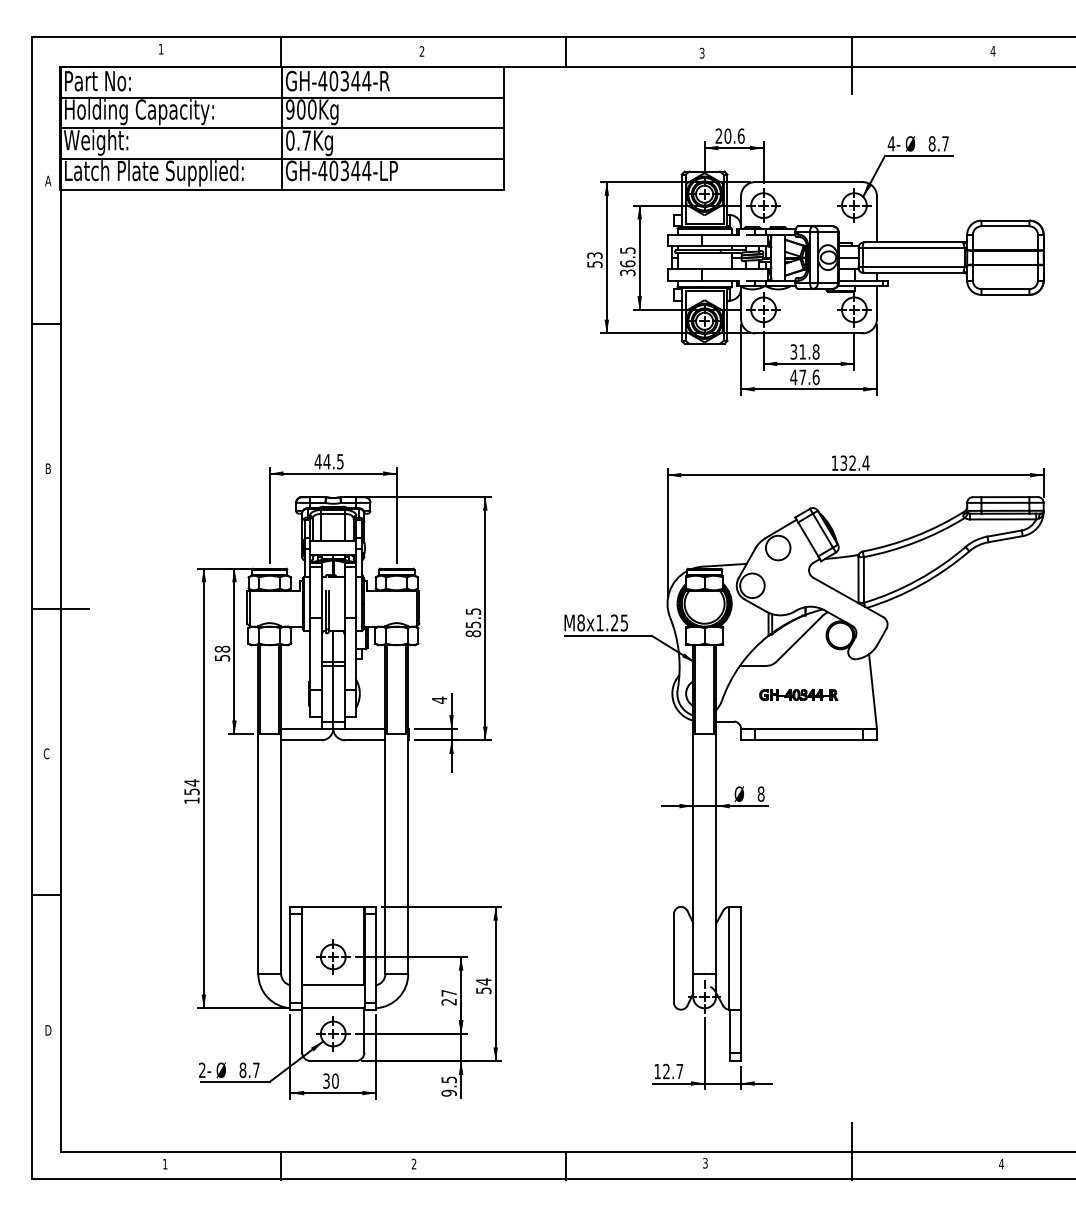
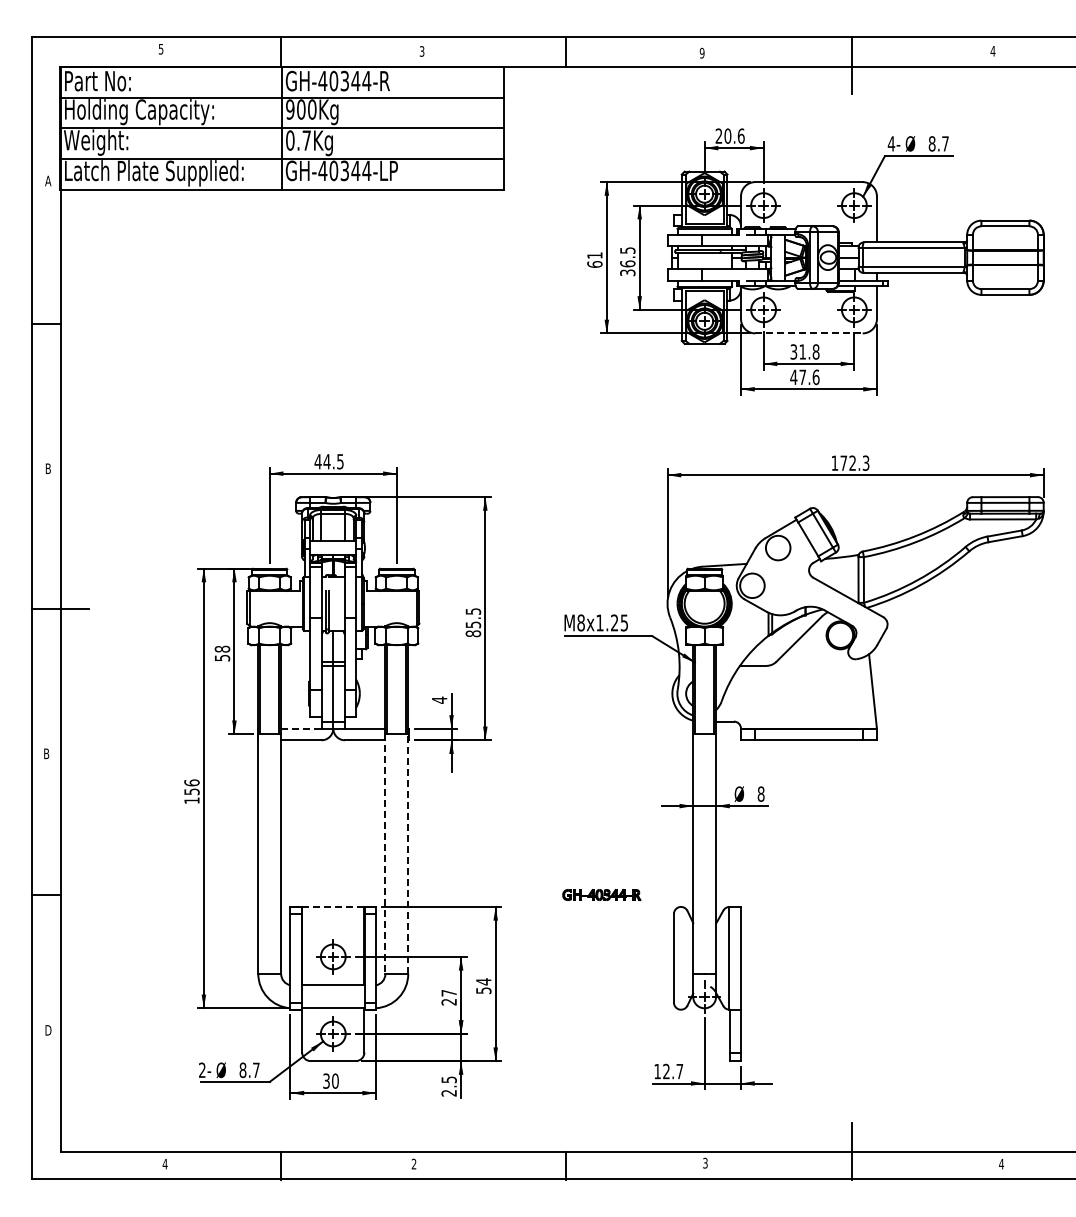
text at (160, 49): 1 -> 5
text at (421, 51): 2 -> 3
text at (701, 53): 3 -> 9
text at (594, 259): 53 -> 61
line at (808, 333): solid -> dashed
text at (854, 462): 132.4 -> 172.3
part at (798, 694) position: (798, 694) -> (601, 894)
line at (301, 728): solid -> dashed
text at (46, 753): C -> B
text at (191, 782): 154 -> 156
line at (385, 854): solid -> dashed
line at (408, 854): solid -> dashed
line at (332, 906): solid -> dashed
text at (448, 1092): 9.5 -> 2.5
text at (164, 1164): 1 -> 4
